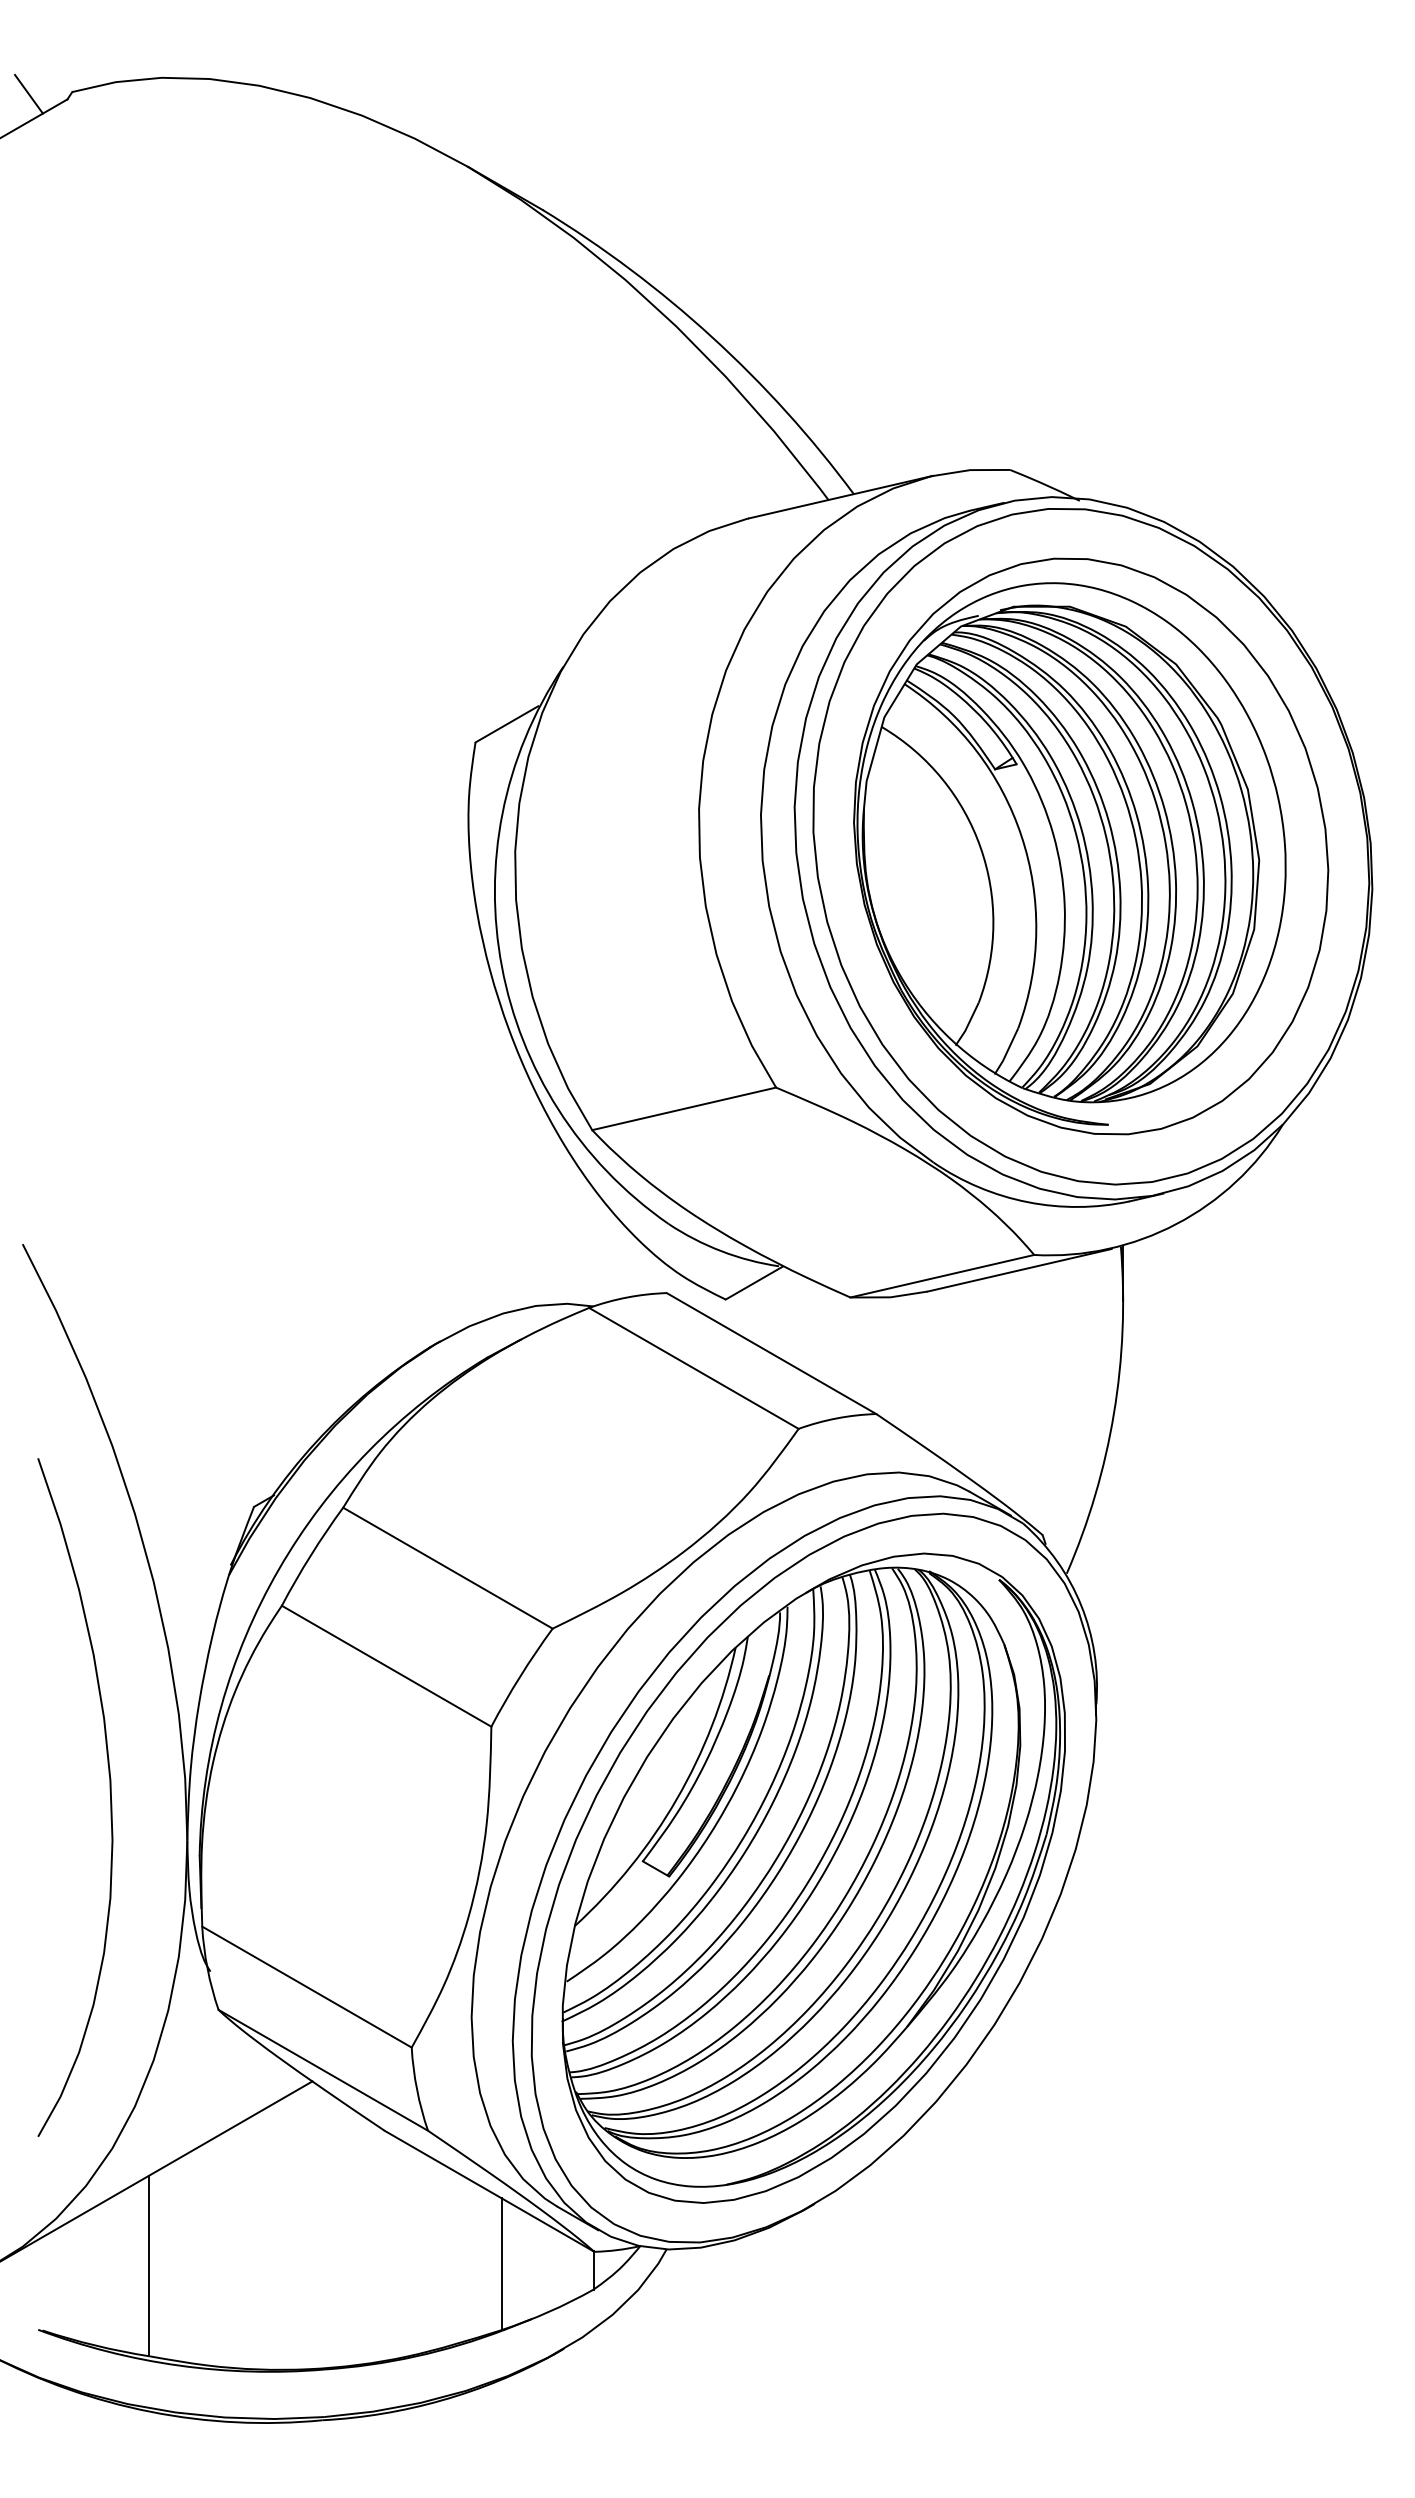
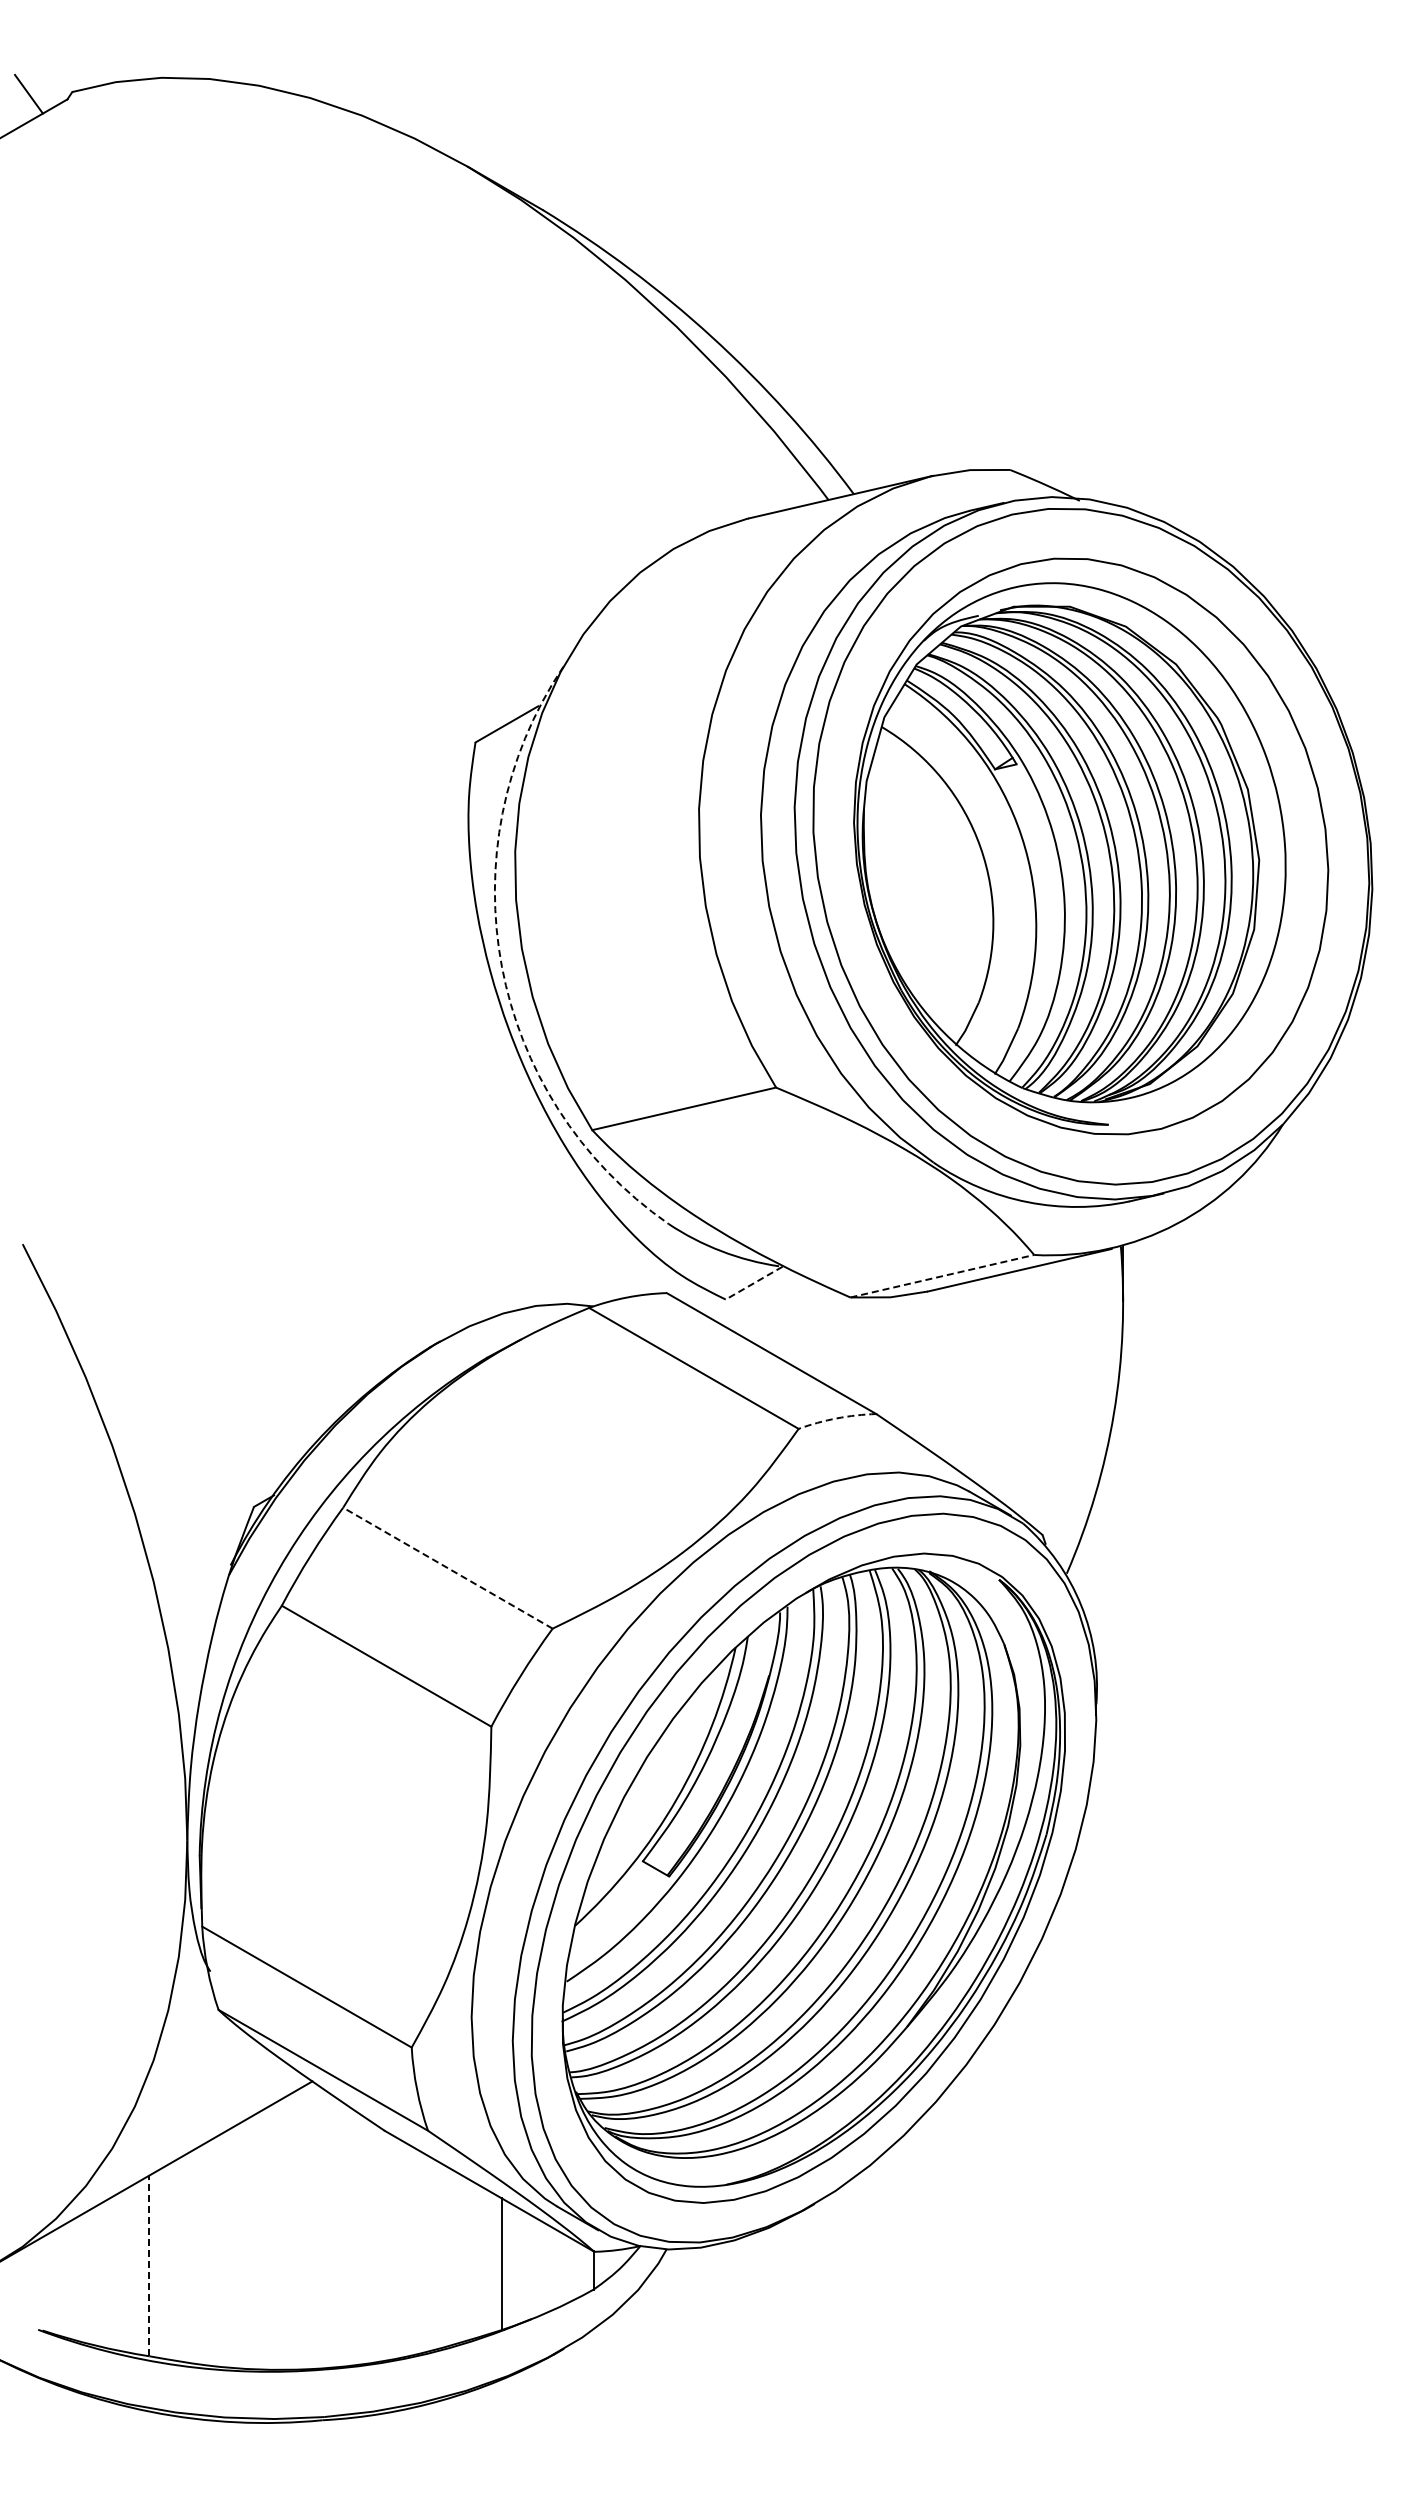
arc at (501, 966): solid -> dashed
line at (942, 1276): solid -> dashed
line at (754, 1283): solid -> dashed
arc at (836, 1418): solid -> dashed
line at (447, 1568): solid -> dashed
curve at (109, 1791): present -> none
line at (149, 2265): solid -> dashed
